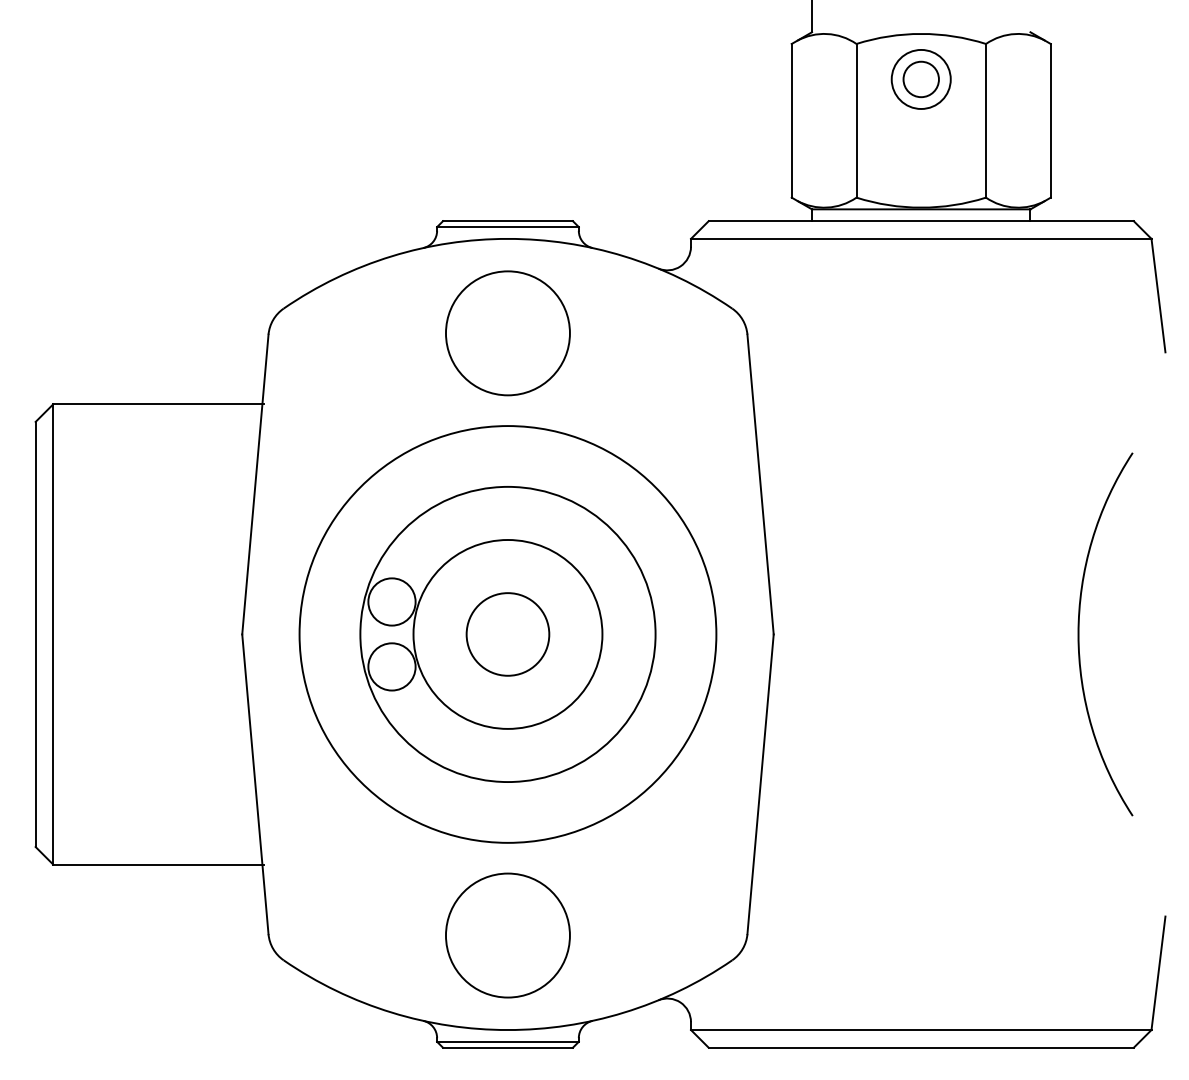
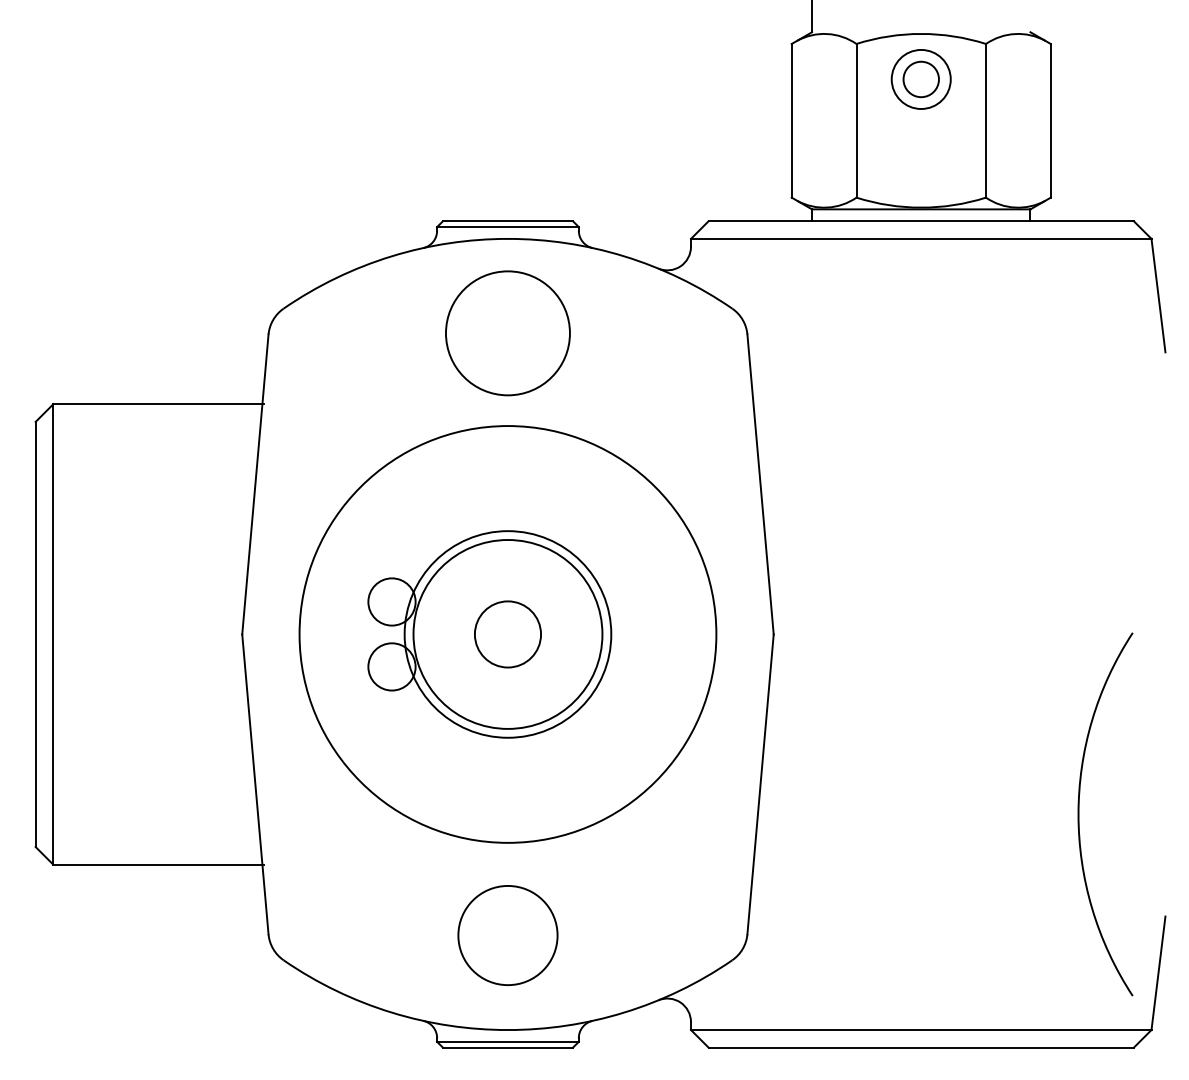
circle at (507, 634) diameter: 295 px -> 207 px
circle at (507, 634) diameter: 83 px -> 66 px
arc at (1079, 634) position: (1079, 634) -> (1079, 814)
circle at (507, 935) size: 126x127 px -> 102x101 px
